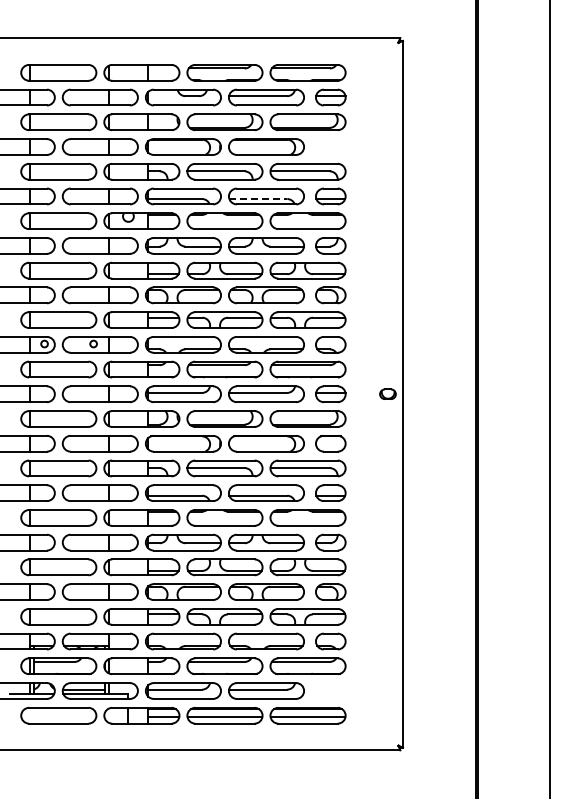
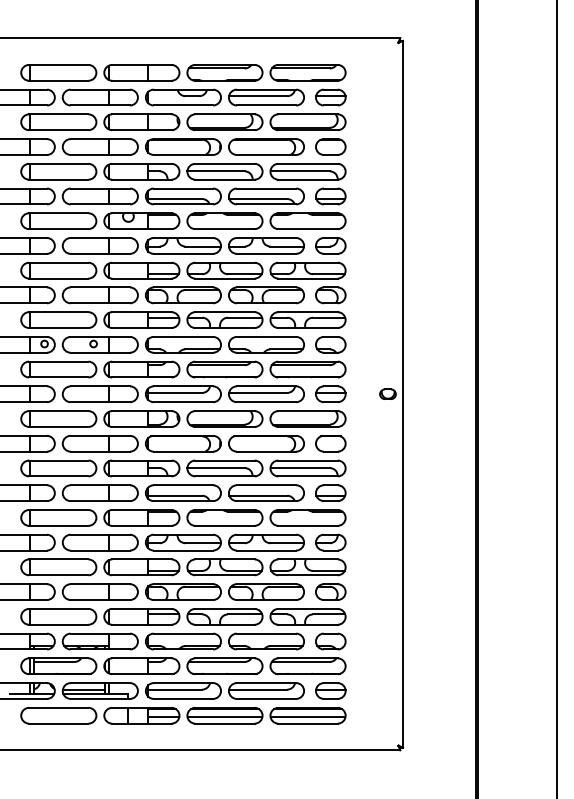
part at (330, 146): none -> present
line at (258, 199): dashed -> solid
line at (549, 398) position: (549, 398) -> (556, 398)
part at (330, 690): none -> present
